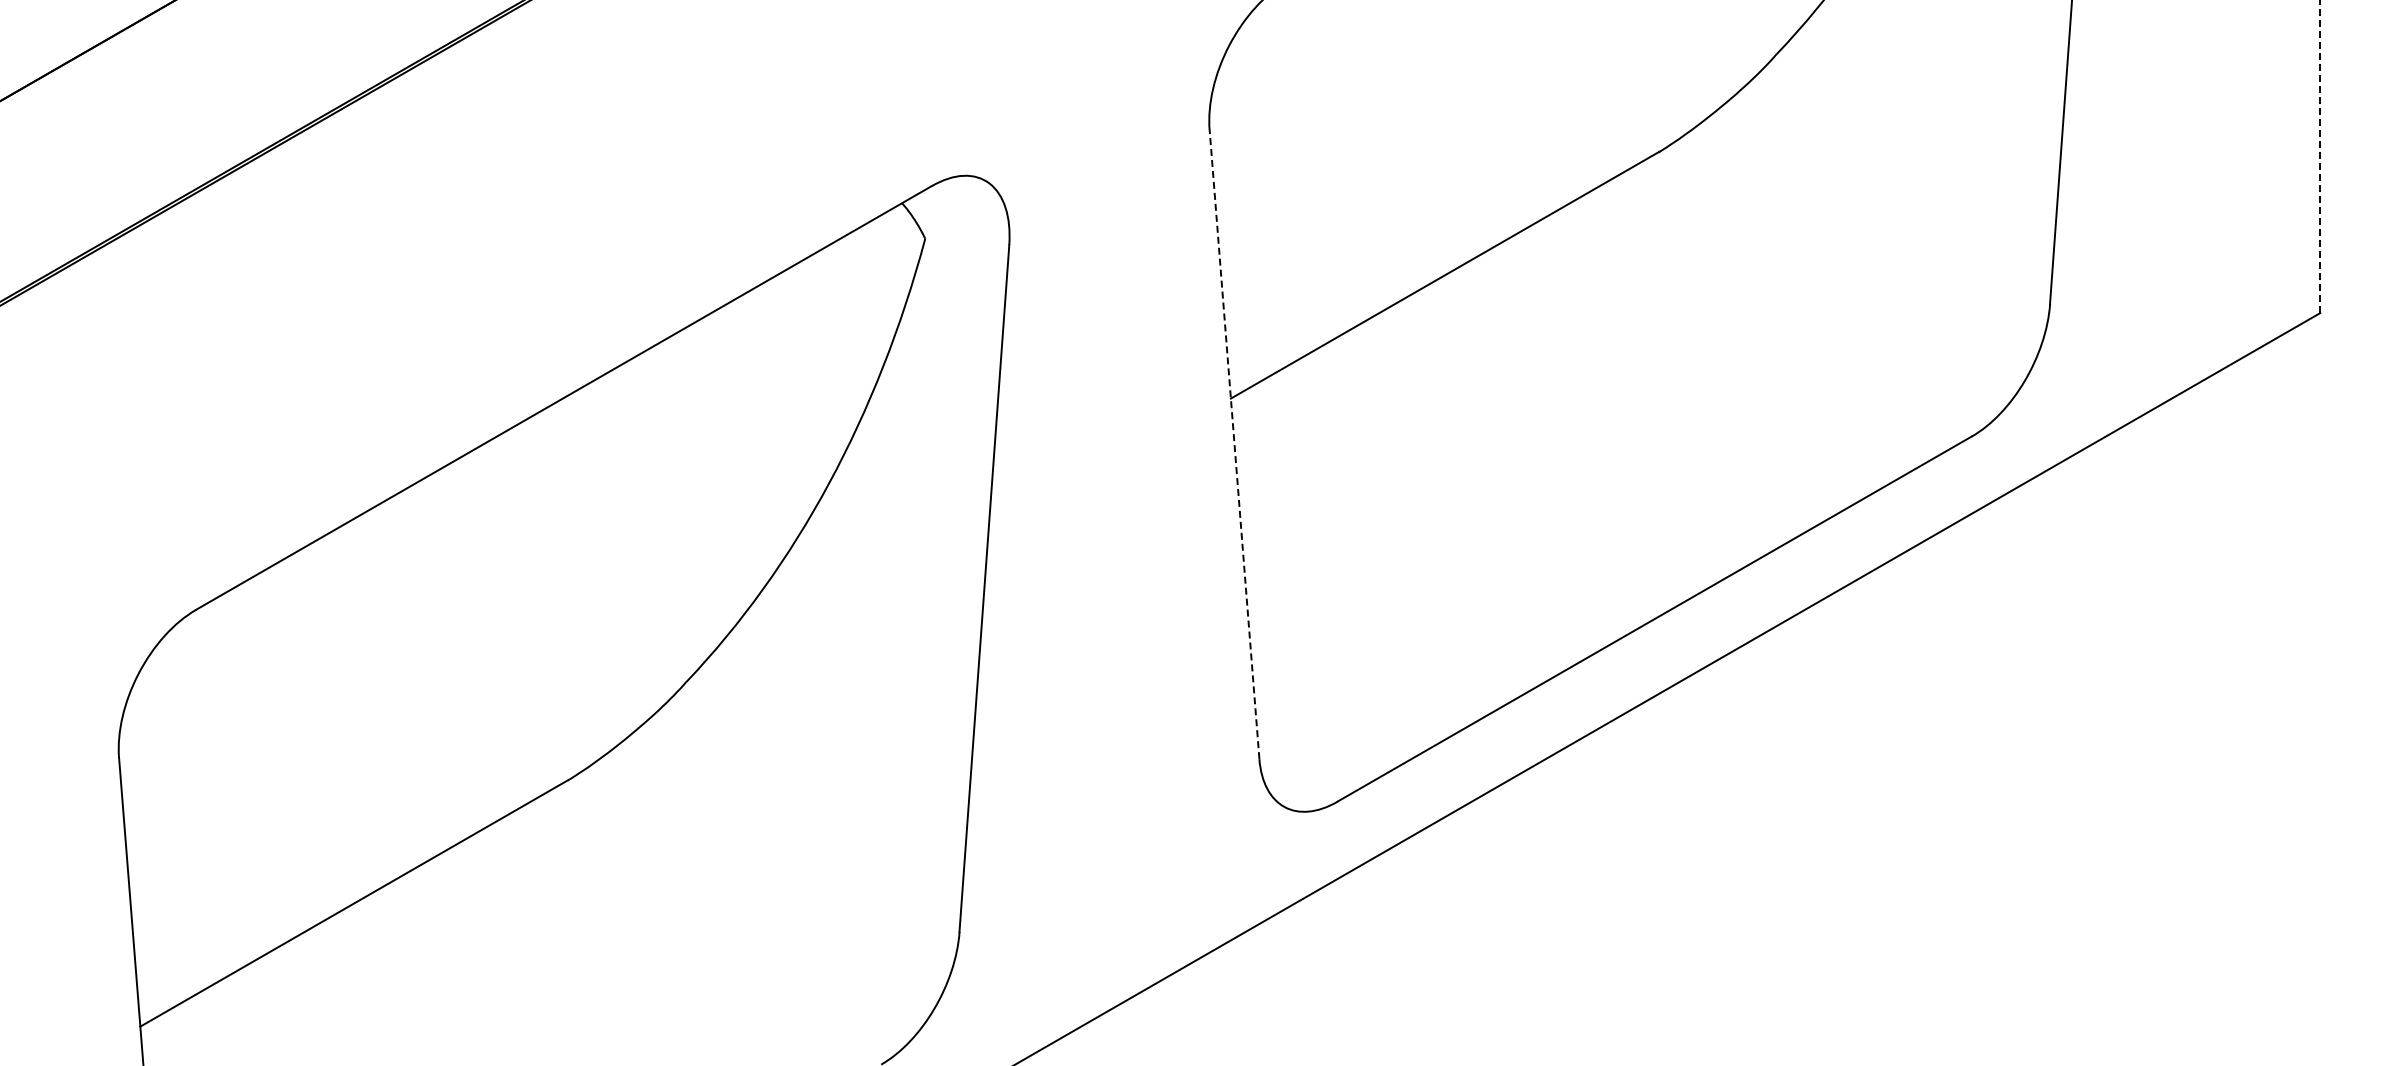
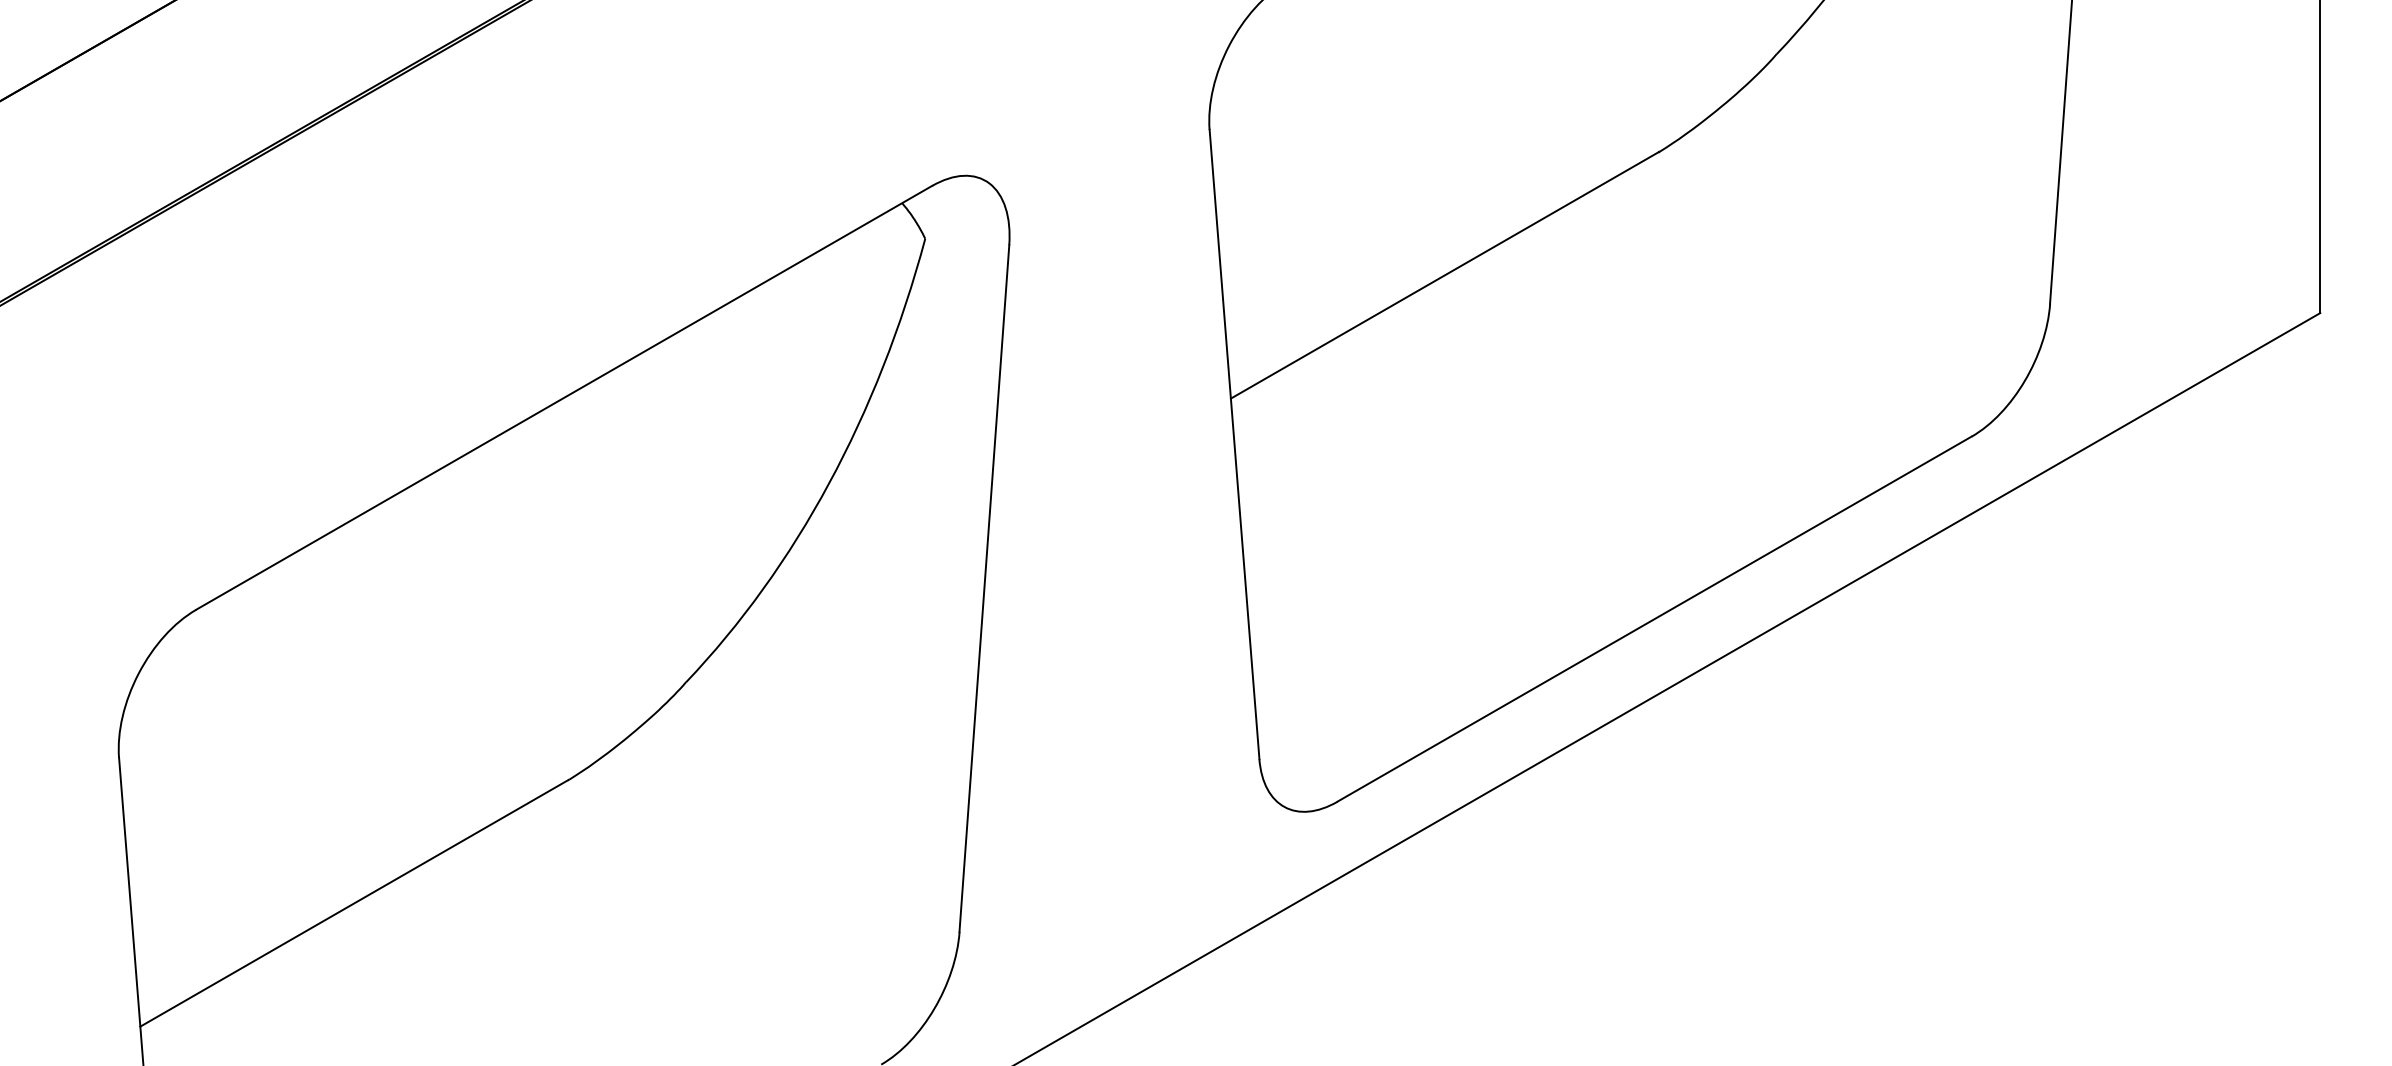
line at (2320, 156): dashed -> solid
line at (1234, 444): dashed -> solid
